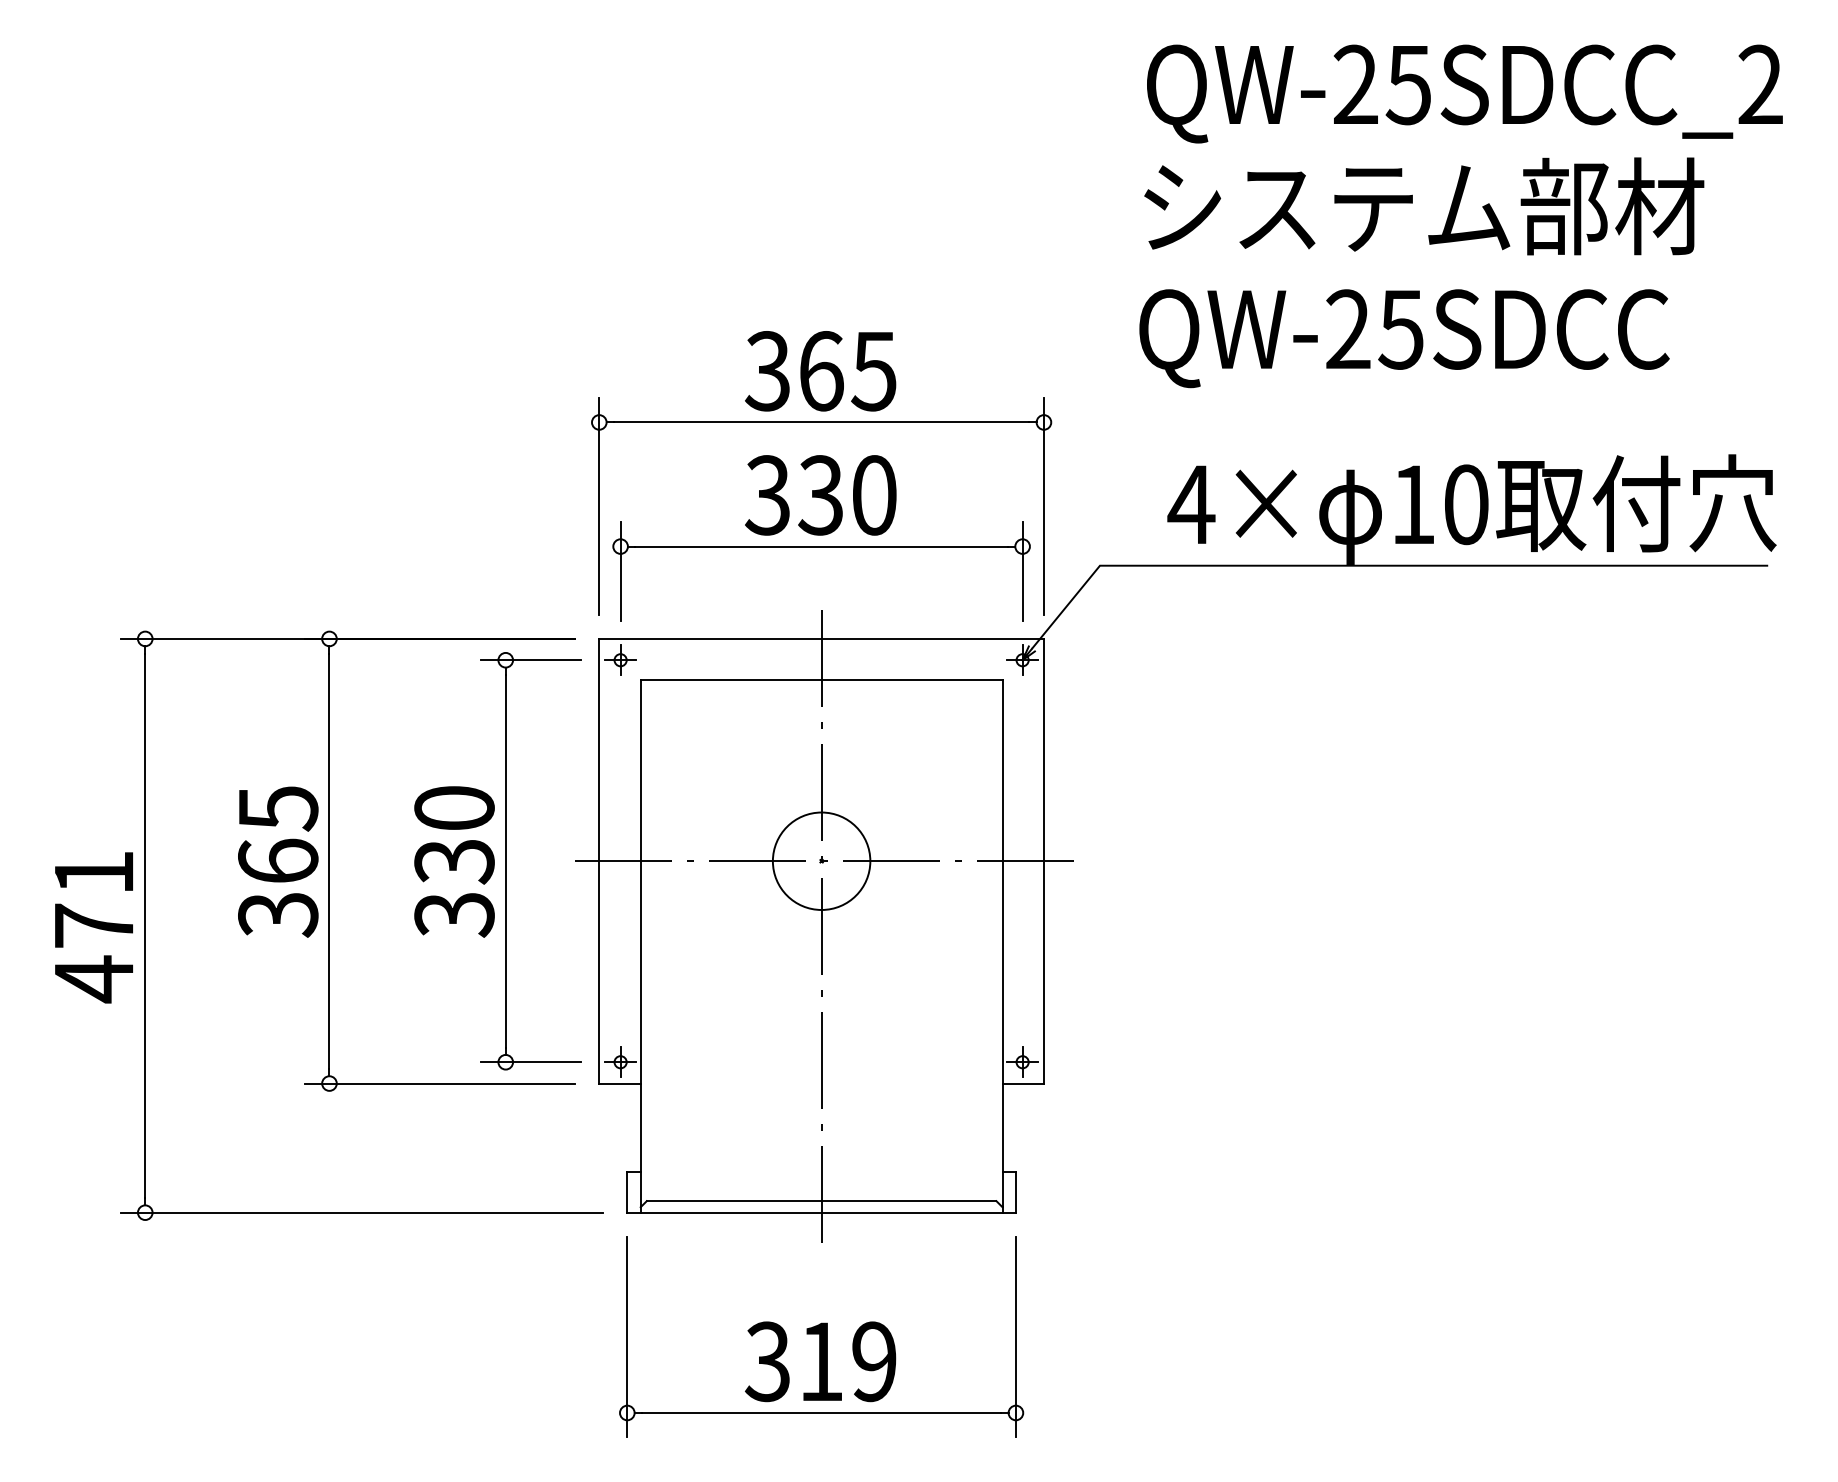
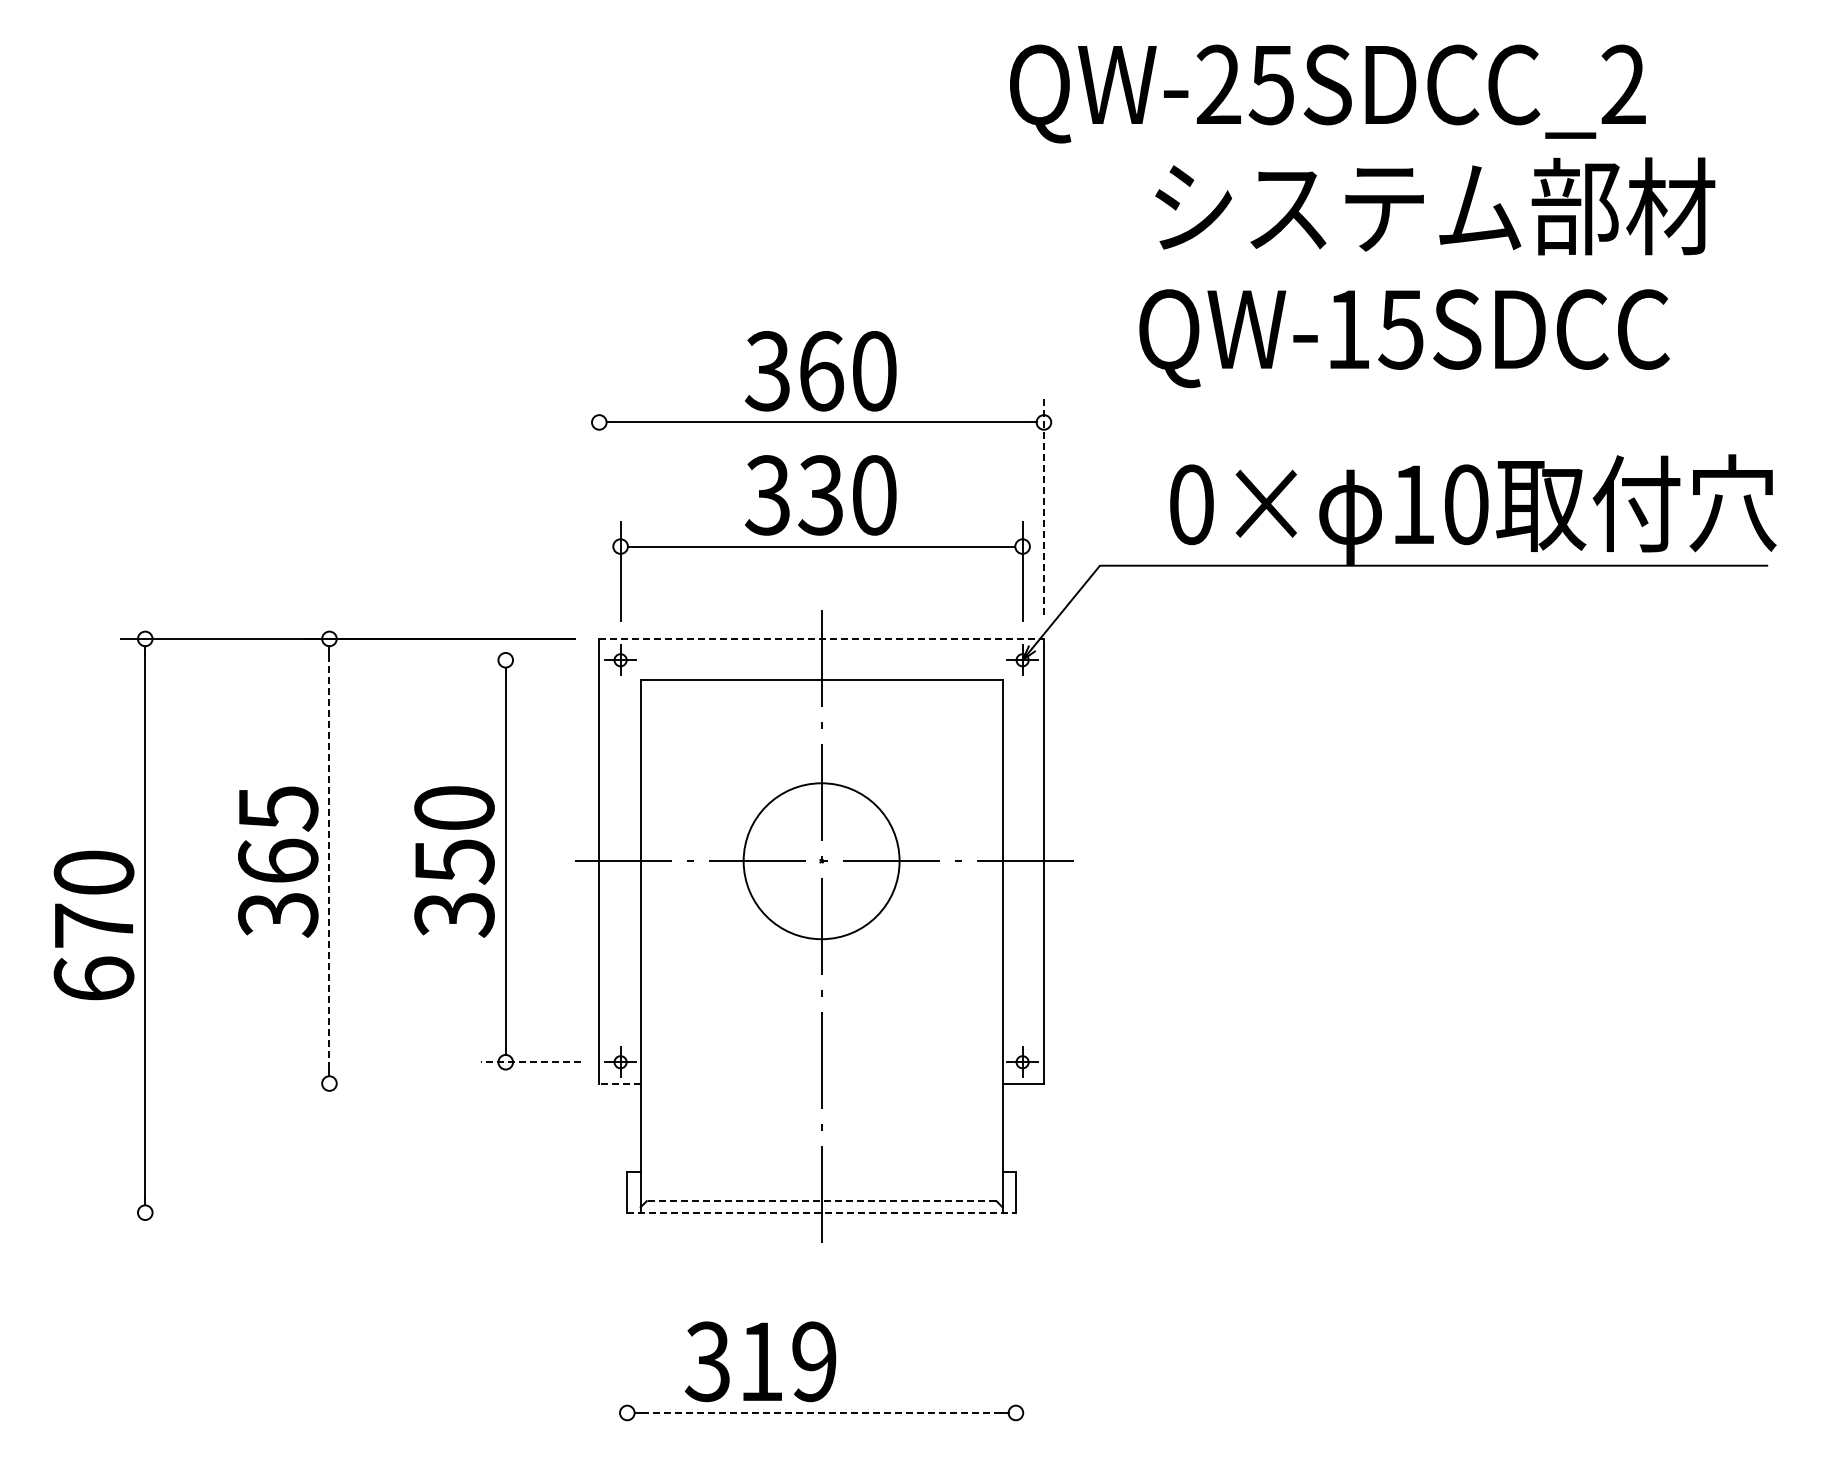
text at (1464, 93) position: (1464, 93) -> (1327, 93)
text at (1424, 206) position: (1424, 206) -> (1435, 206)
text at (1348, 328): QW-25SDCC -> QW-15SDCC
text at (873, 371): 365 -> 360
text at (1191, 504): 4× -> 0×
line at (1043, 505): solid -> dashed
line at (599, 506): present -> none
line at (822, 638): solid -> dashed
line at (531, 660): present -> none
circle at (821, 860) diameter: 97 px -> 156 px
line at (329, 861): solid -> dashed
text at (454, 861): 330 -> 350
text at (93, 926): 471 -> 670
line at (531, 1062): solid -> dashed
line at (439, 1083): present -> none
line at (620, 1083): solid -> dashed
line at (821, 1201): solid -> dashed
line at (361, 1212): present -> none
line at (822, 1212): solid -> dashed
line at (627, 1337): present -> none
line at (1015, 1337): present -> none
text at (820, 1361) position: (820, 1361) -> (760, 1361)
line at (821, 1412): solid -> dashed
